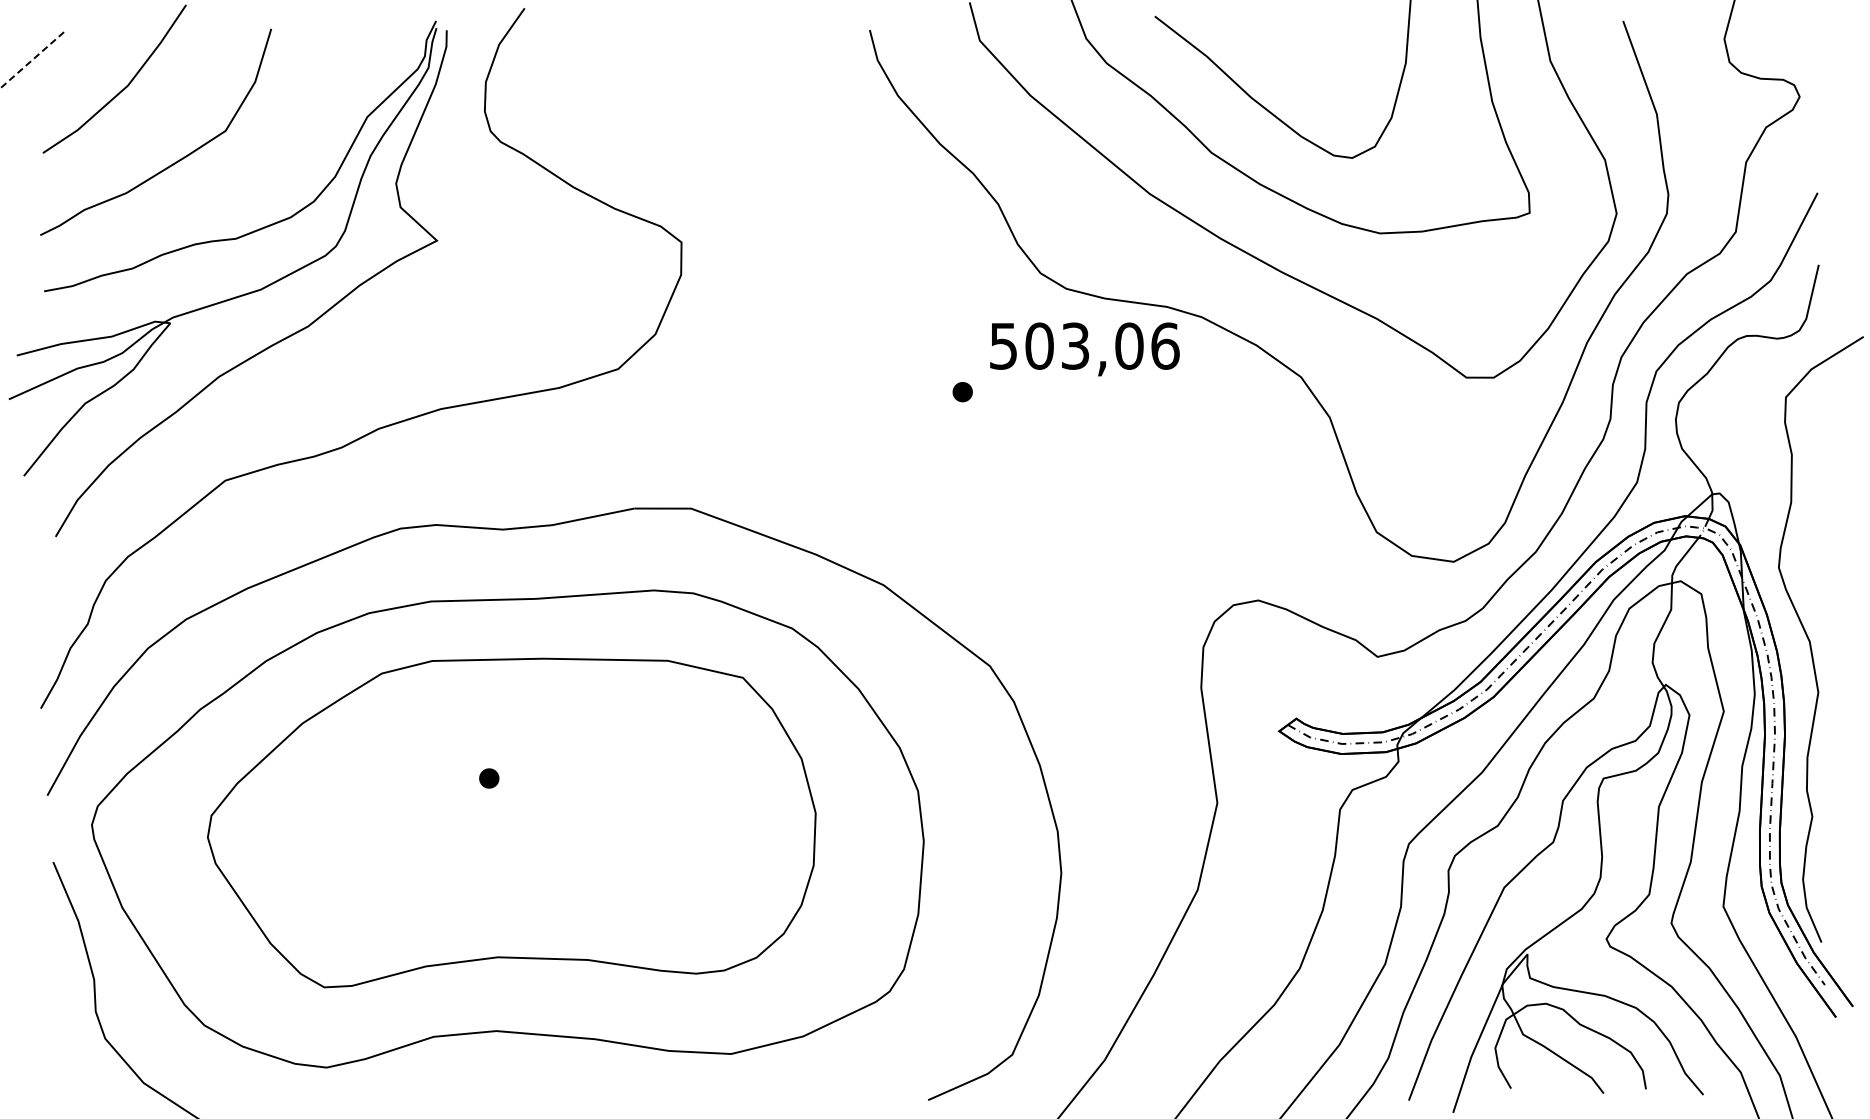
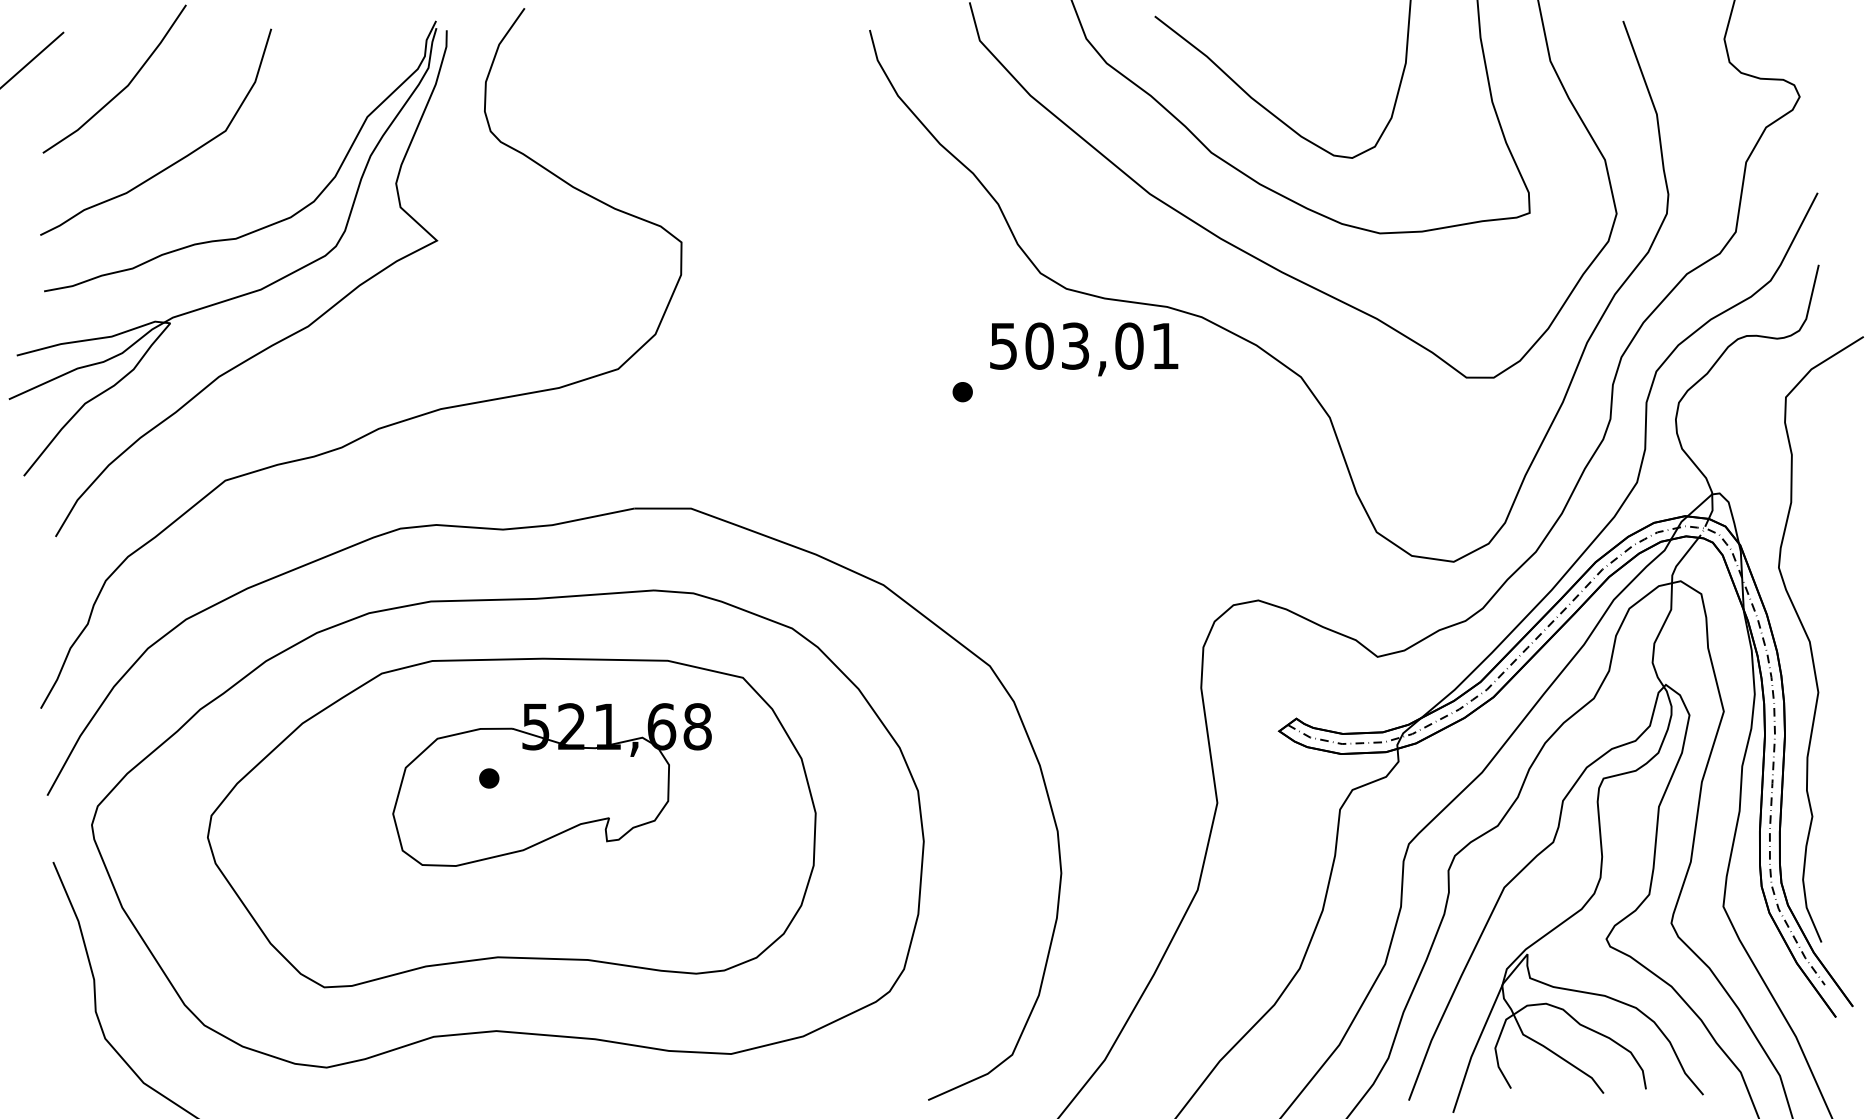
line at (31, 60): dashed -> solid
text at (1165, 345): 503,06 -> 503,01
part at (551, 784): none -> present
